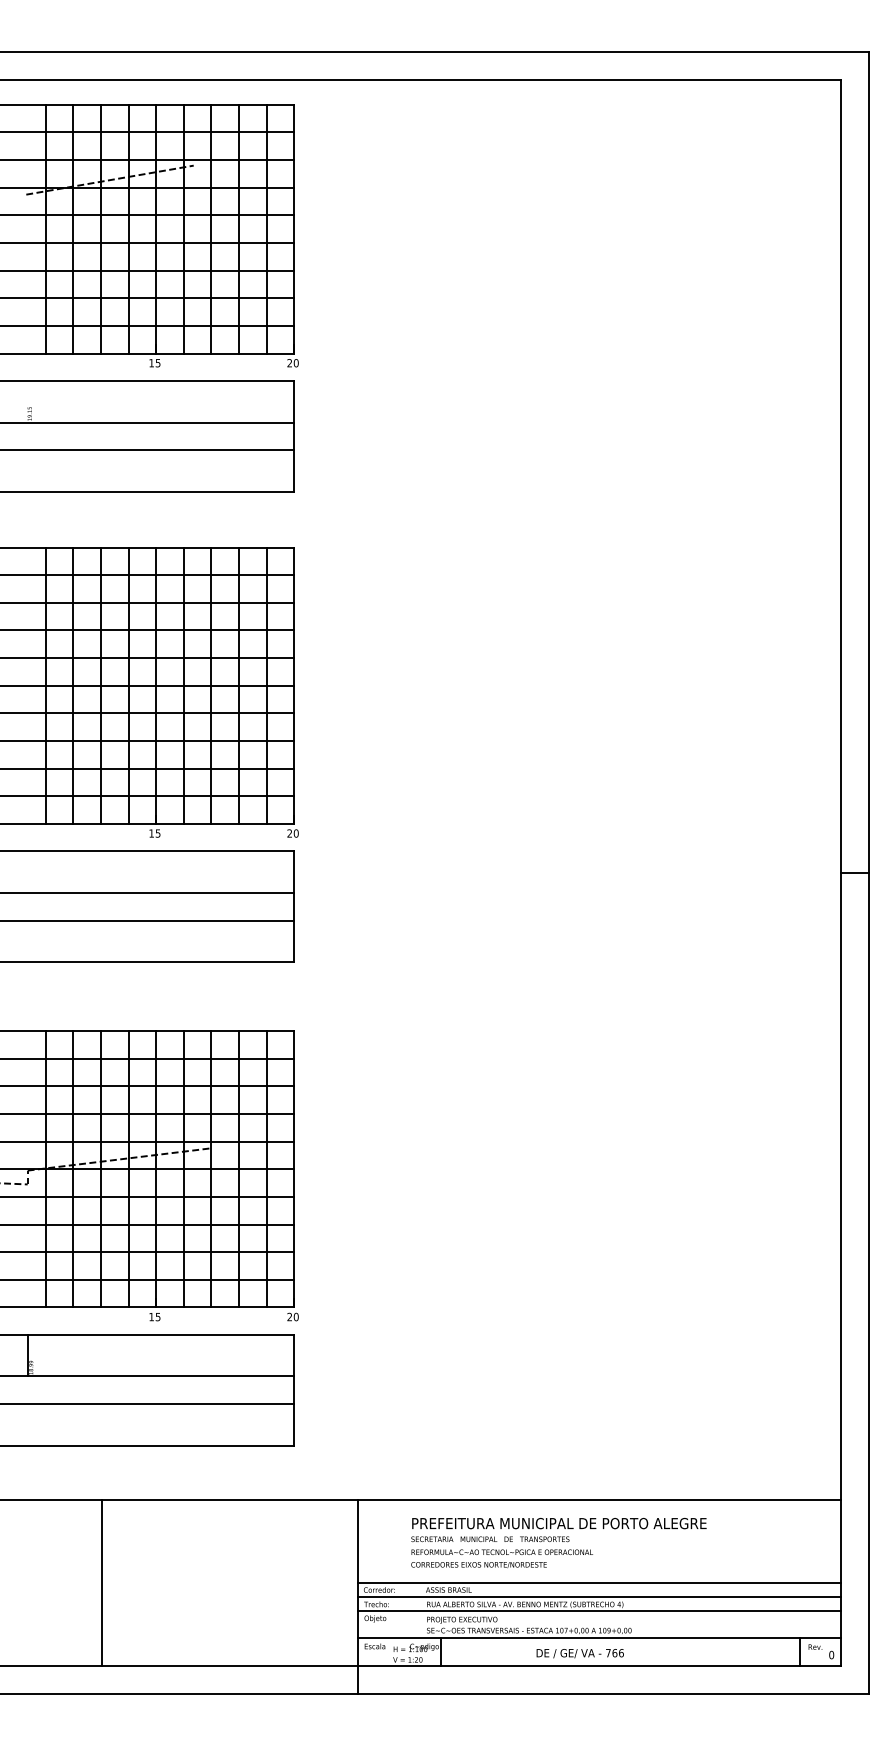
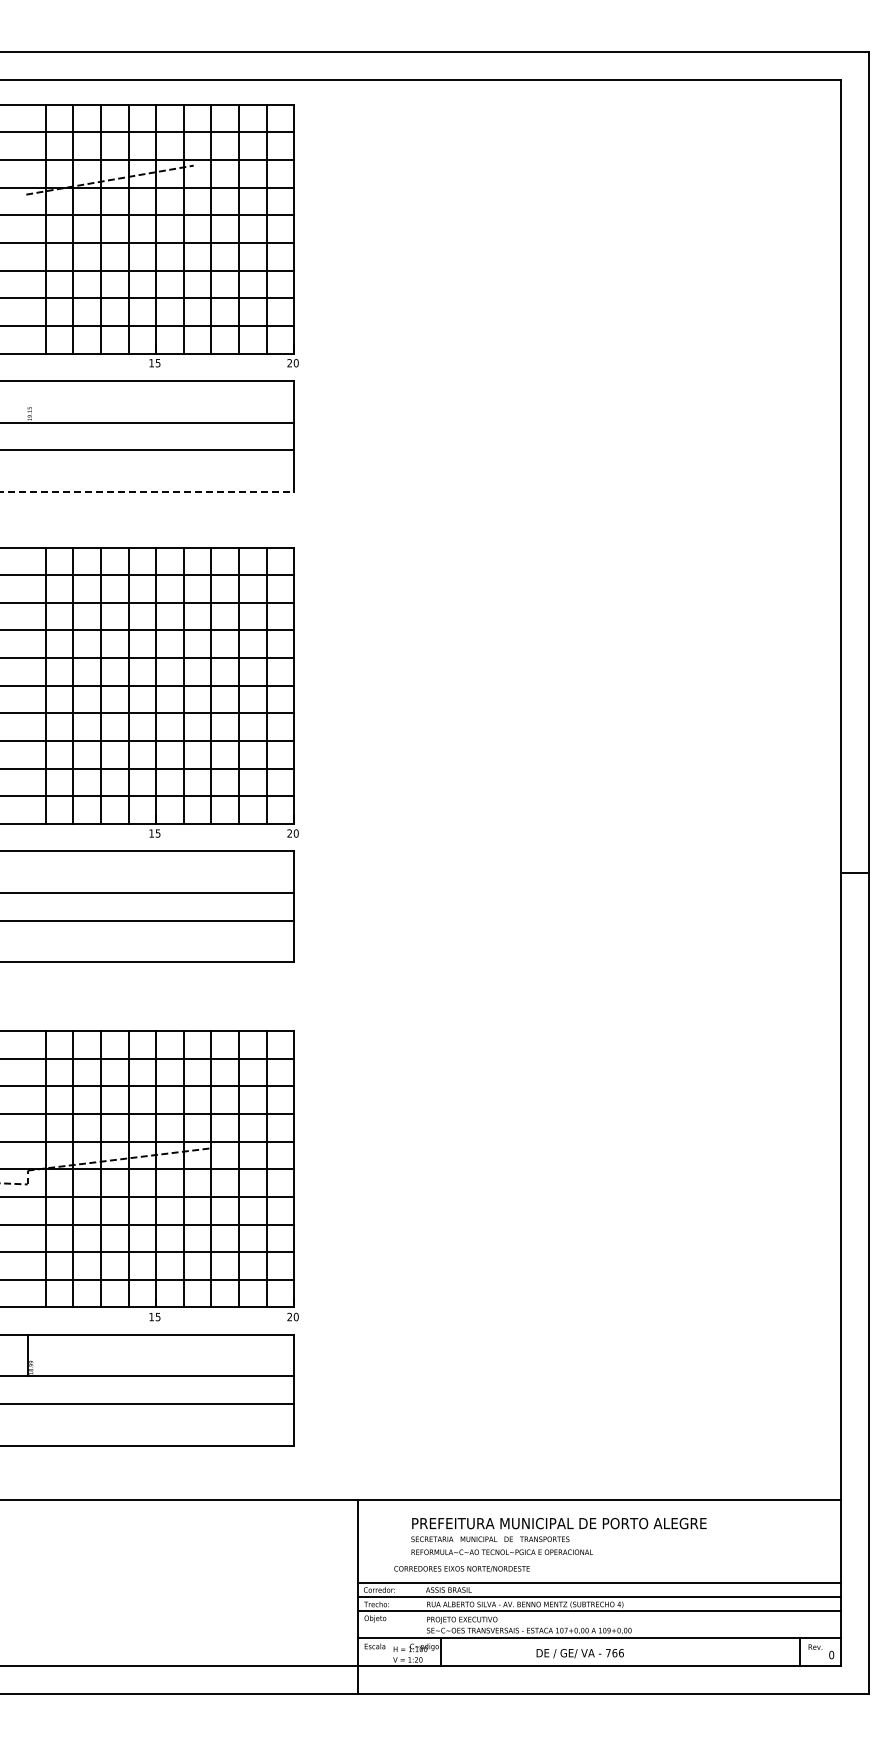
line at (147, 491): solid -> dashed
text at (478, 1565) position: (478, 1565) -> (461, 1569)
line at (102, 1582): present -> none
